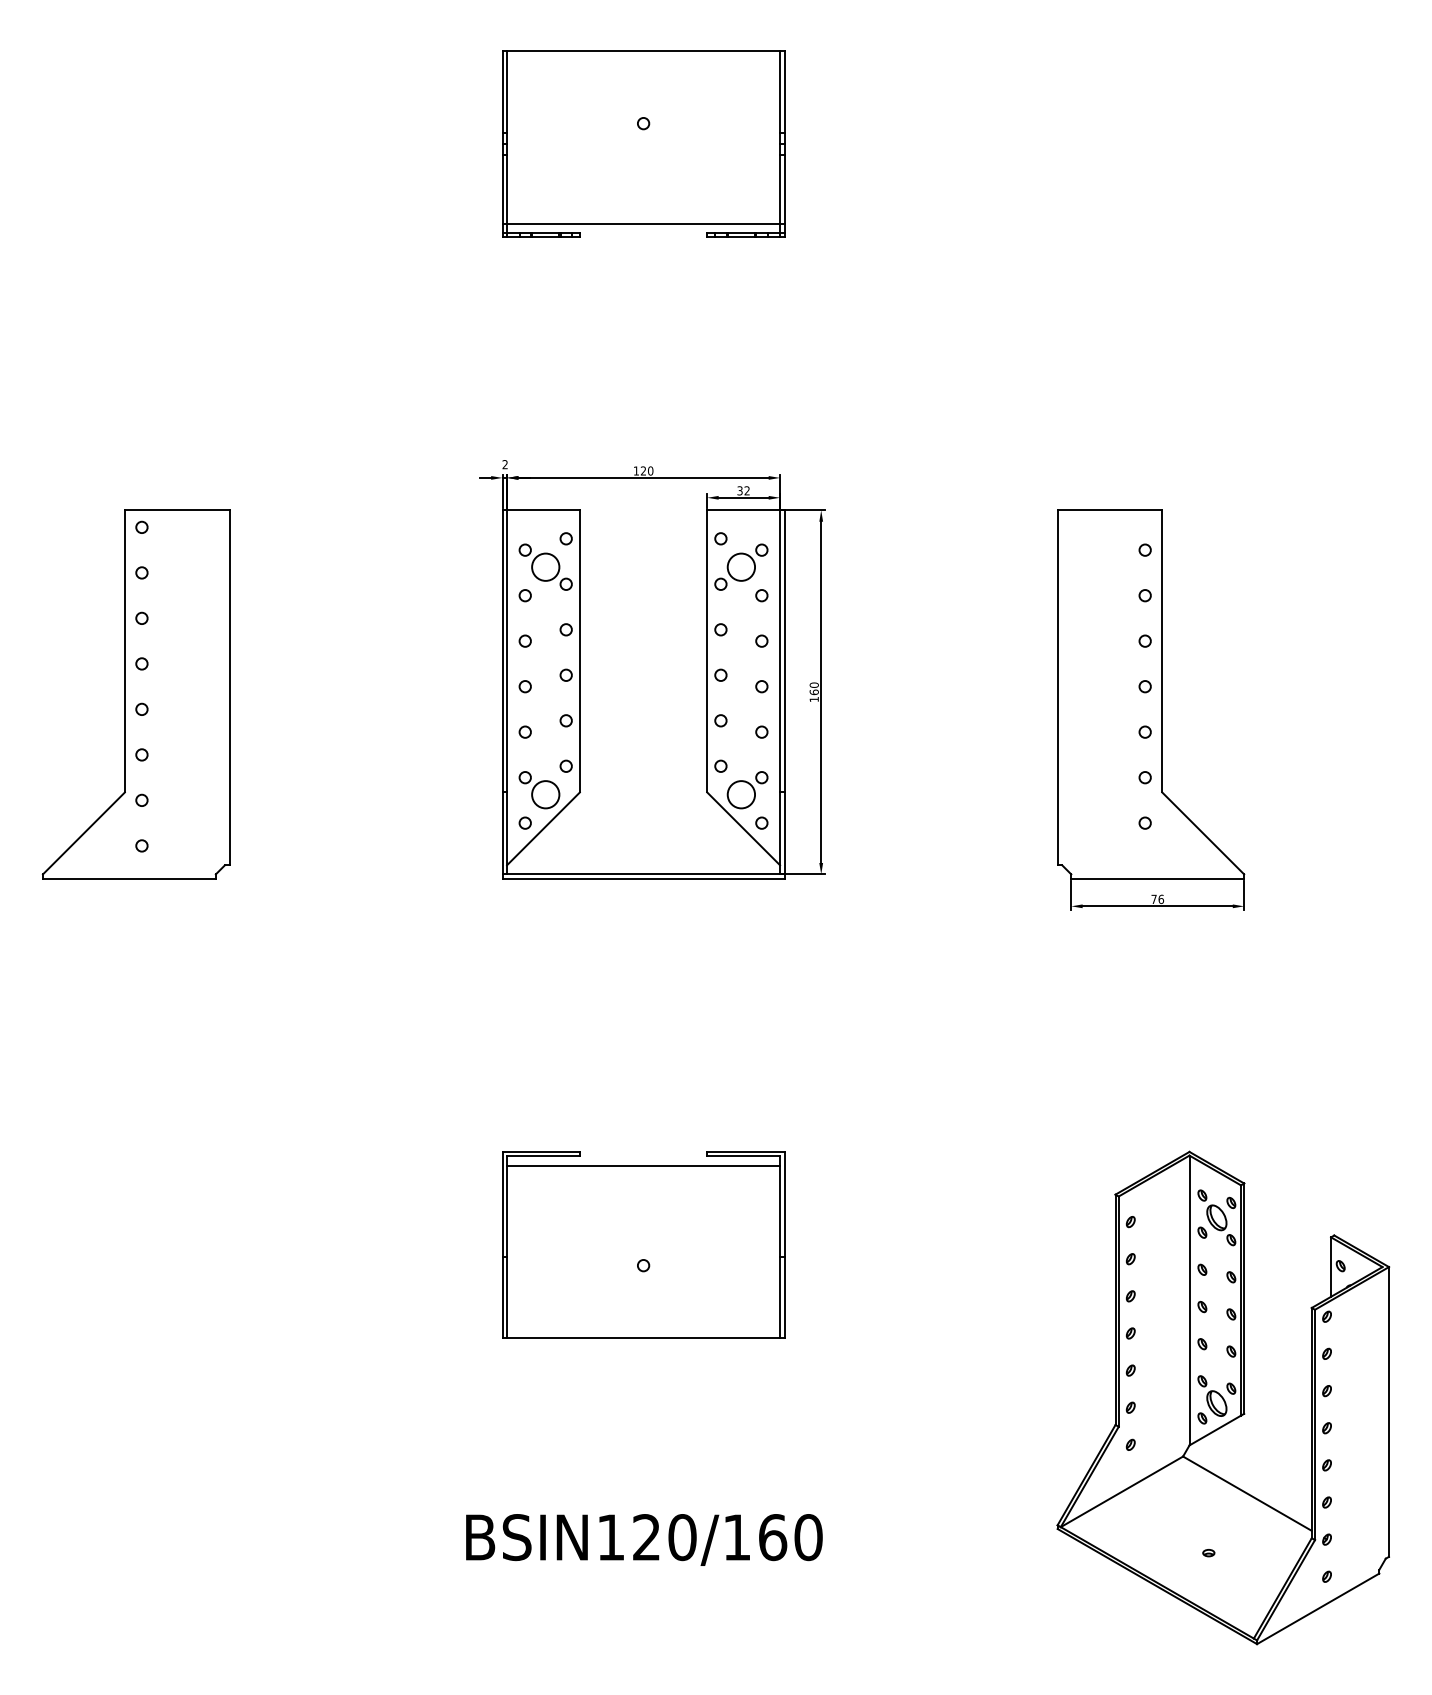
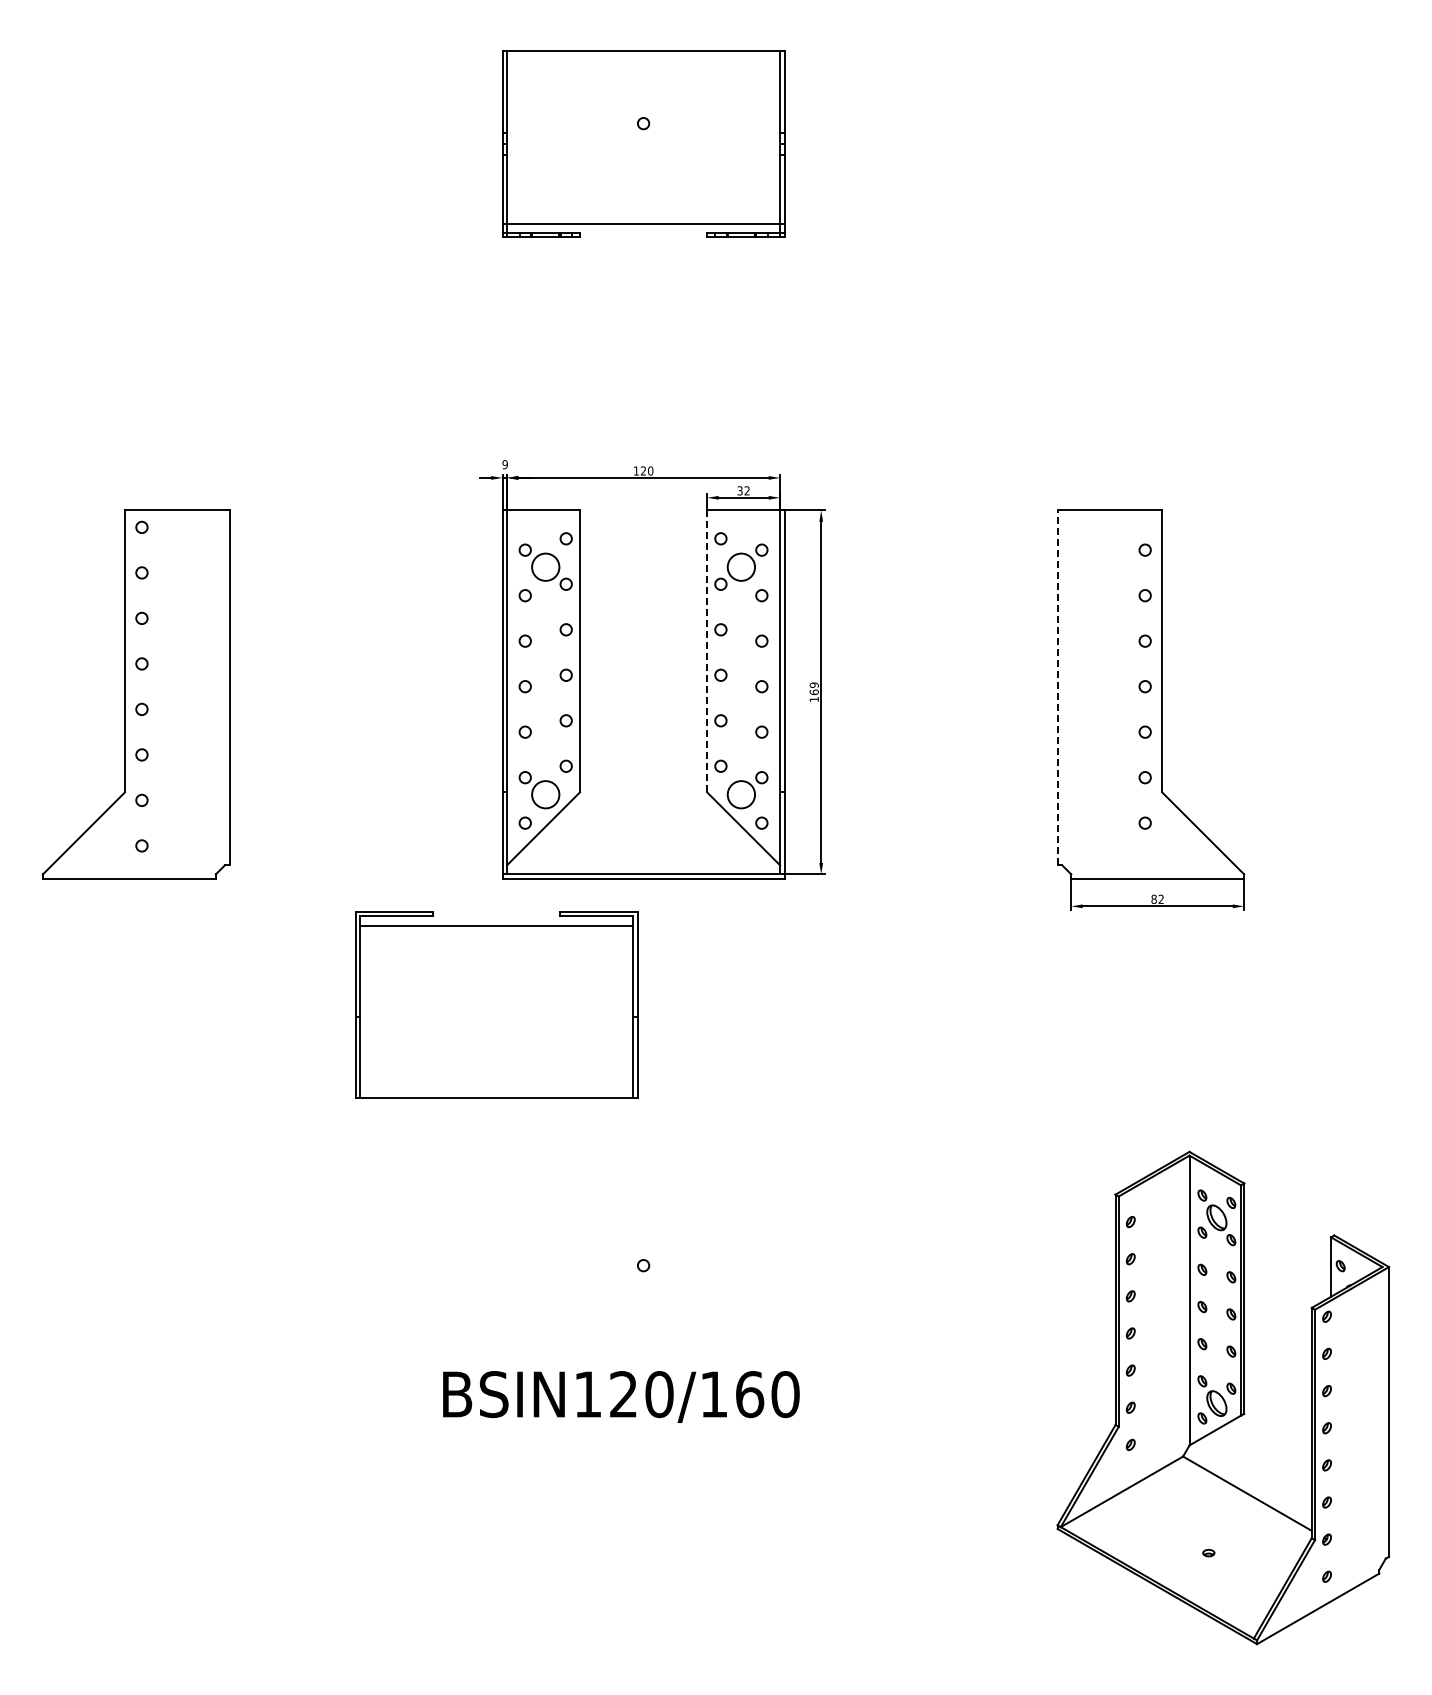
text at (504, 464): 2 -> 9
line at (707, 651): solid -> dashed
text at (814, 684): 160 -> 169
line at (1057, 687): solid -> dashed
text at (1157, 898): 76 -> 82
part at (643, 1244) position: (643, 1244) -> (496, 1004)
text at (644, 1539) position: (644, 1539) -> (621, 1396)
